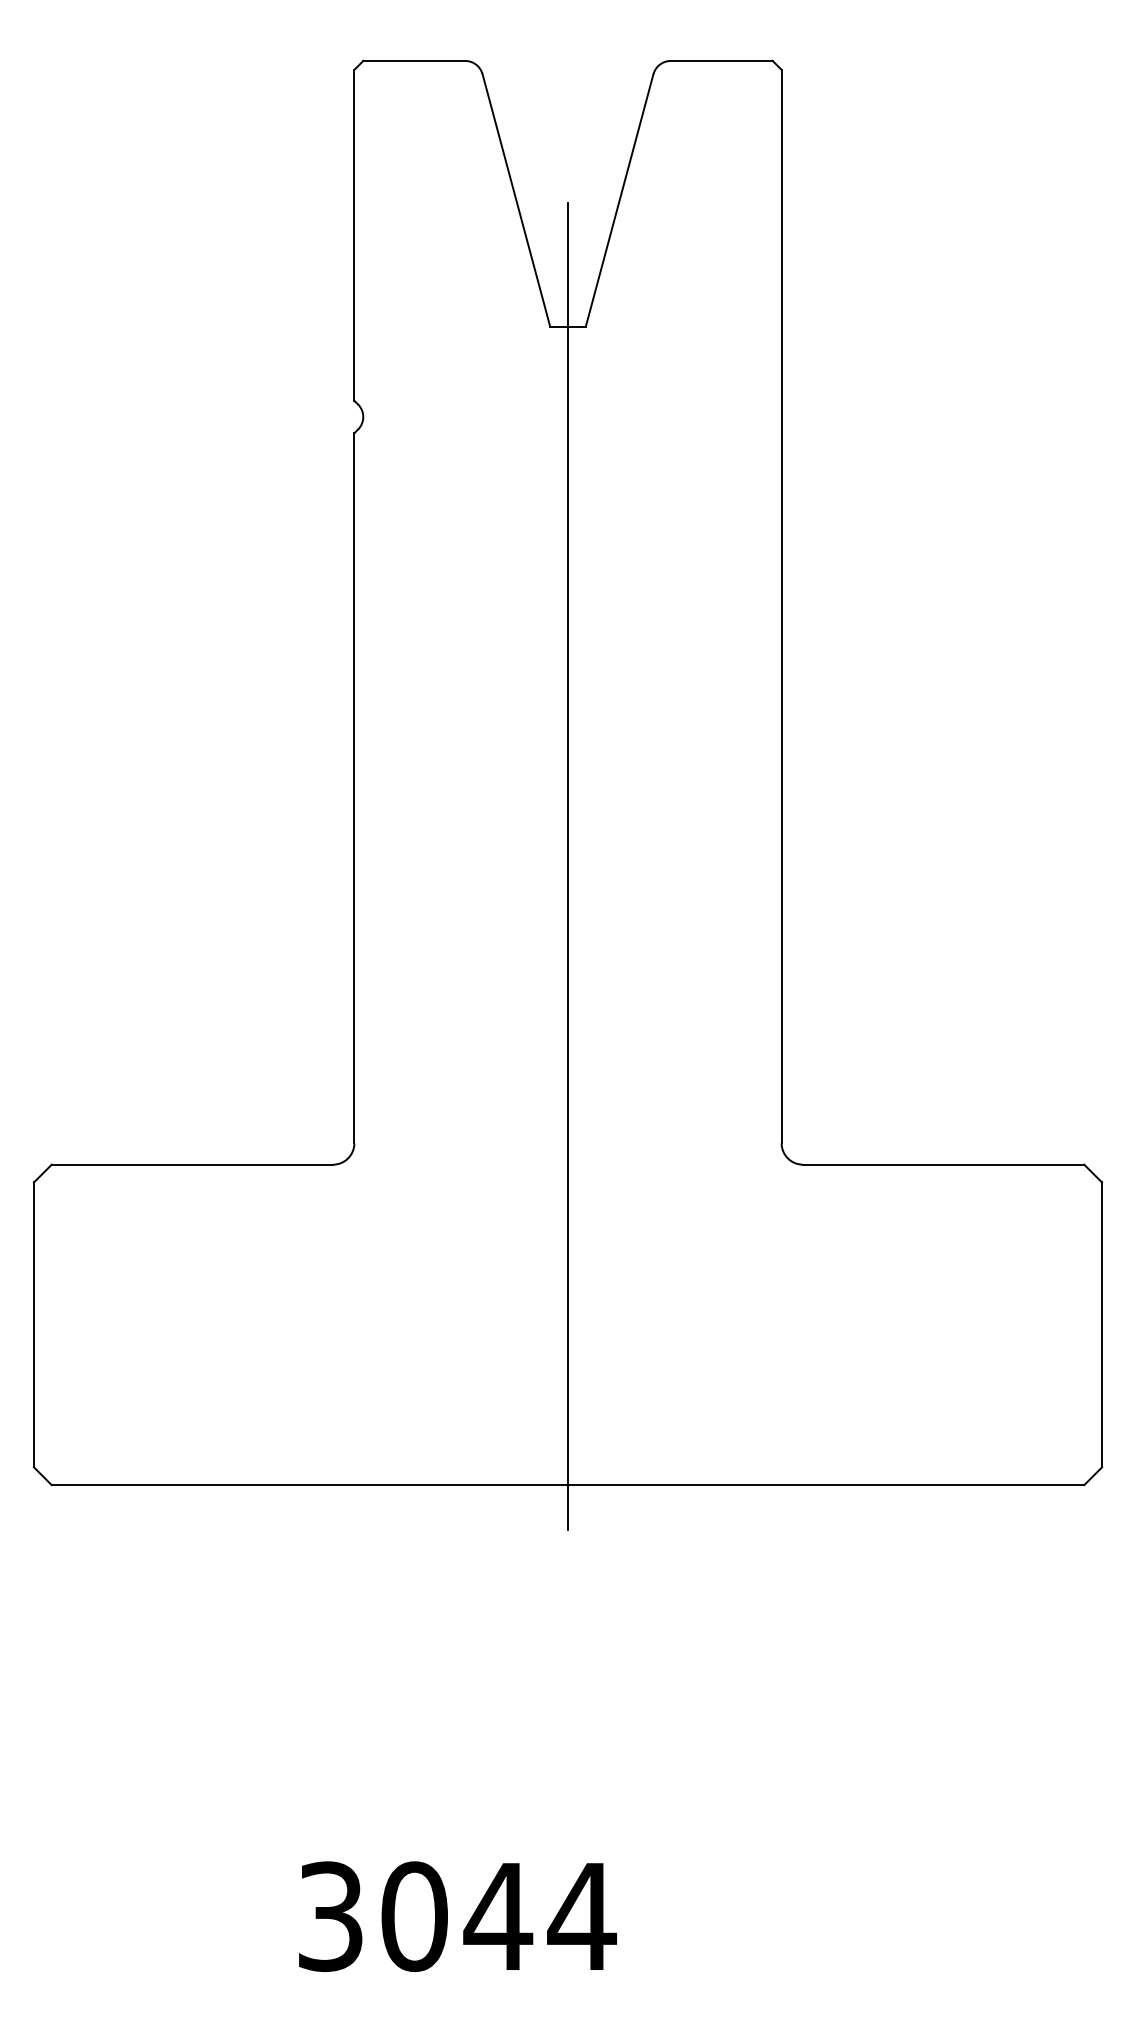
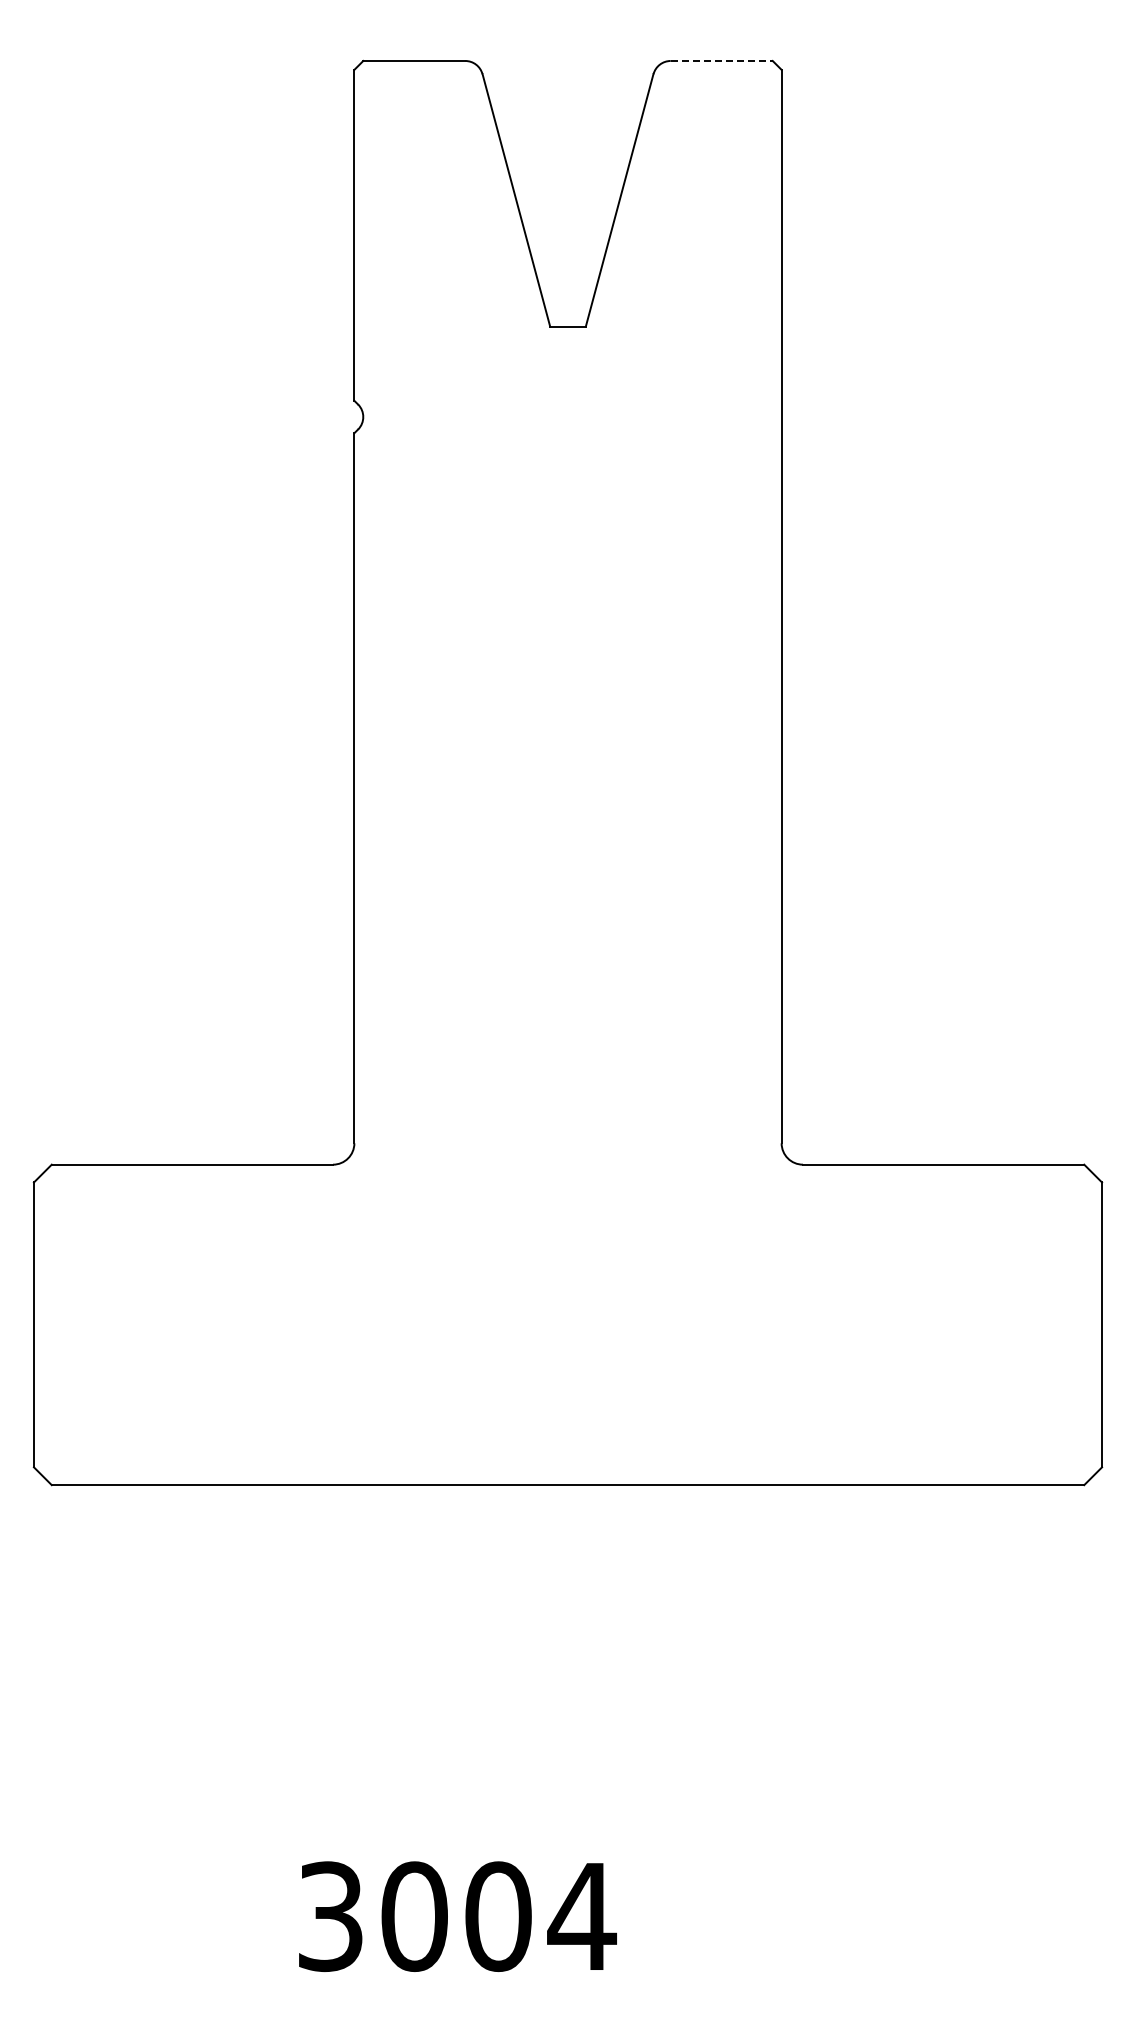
line at (722, 60): solid -> dashed
line at (568, 866): present -> none
text at (498, 1916): 3044 -> 3004
